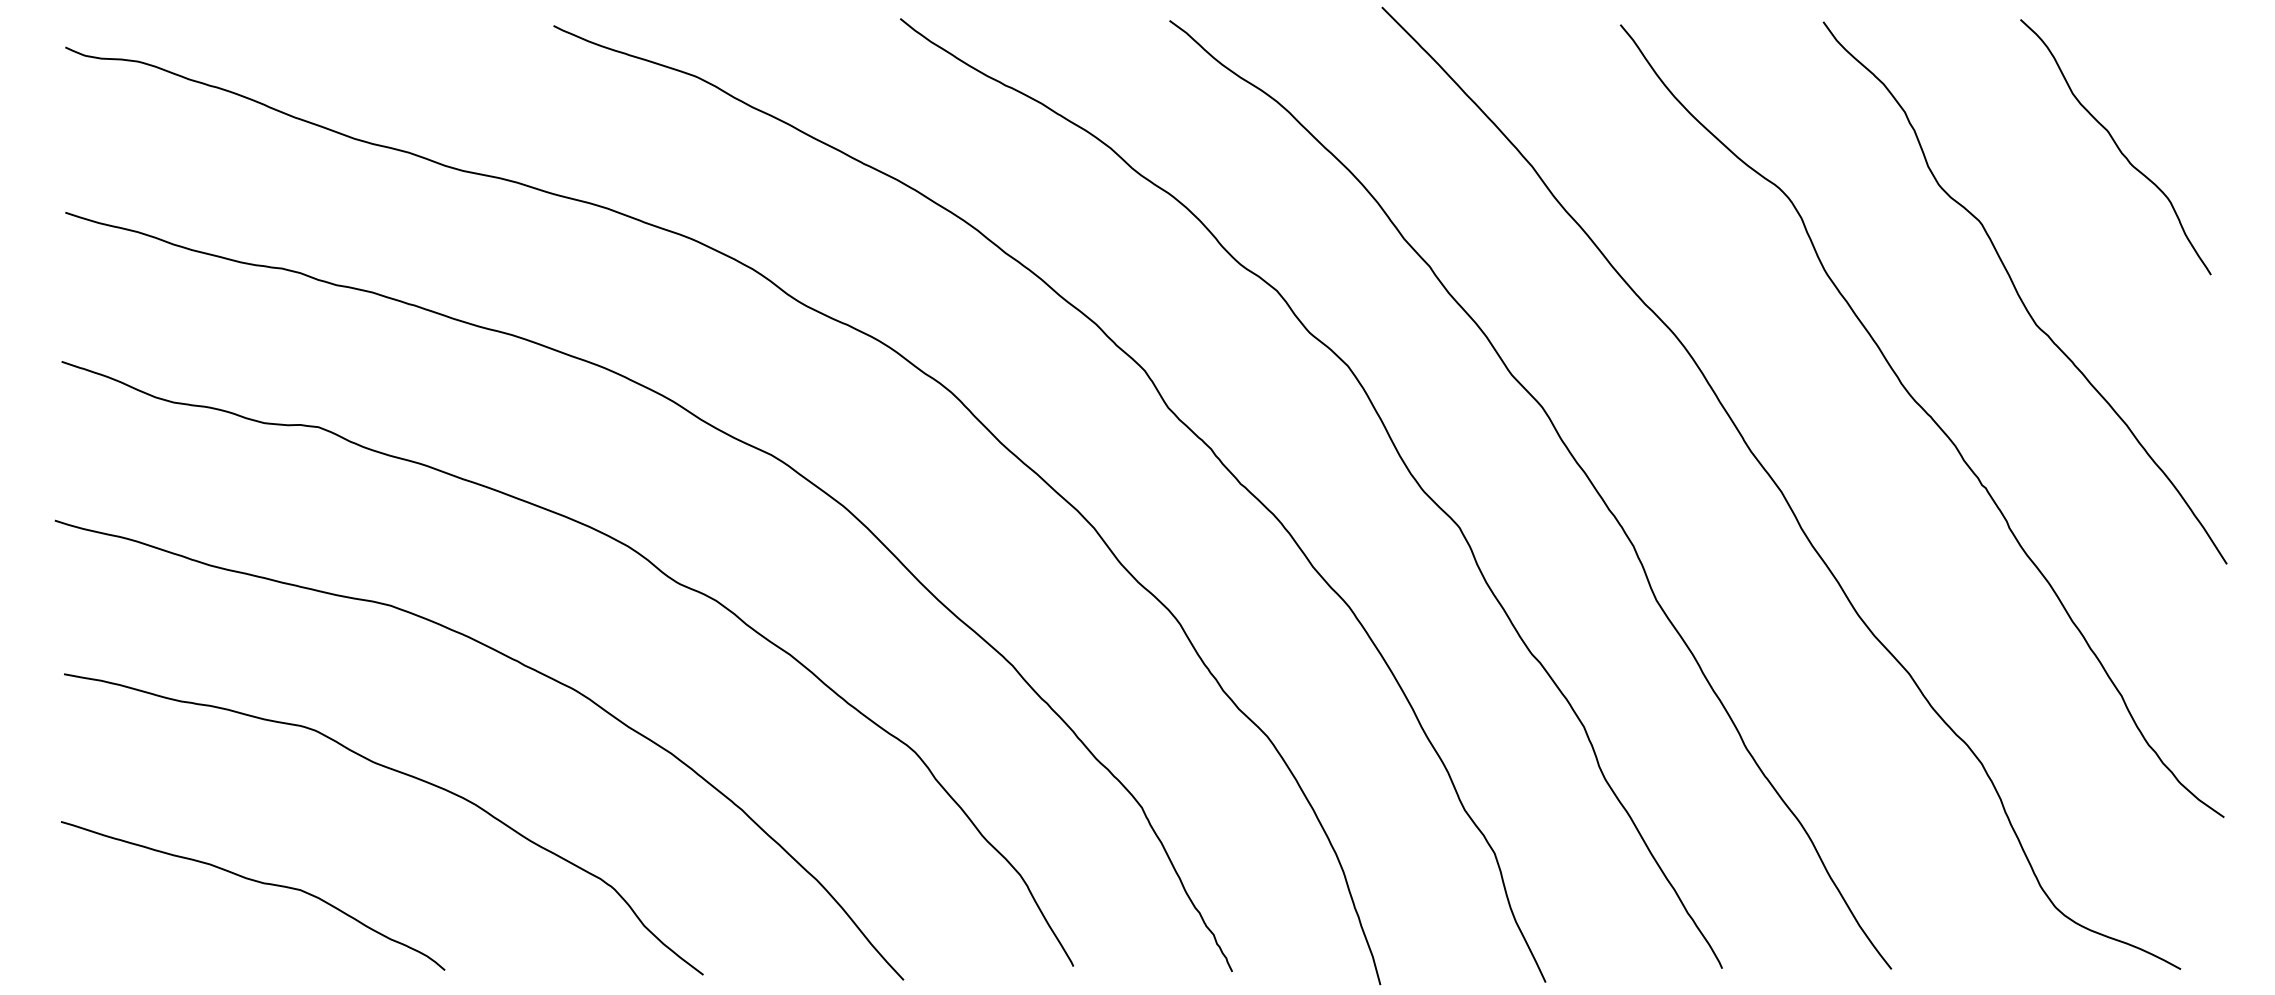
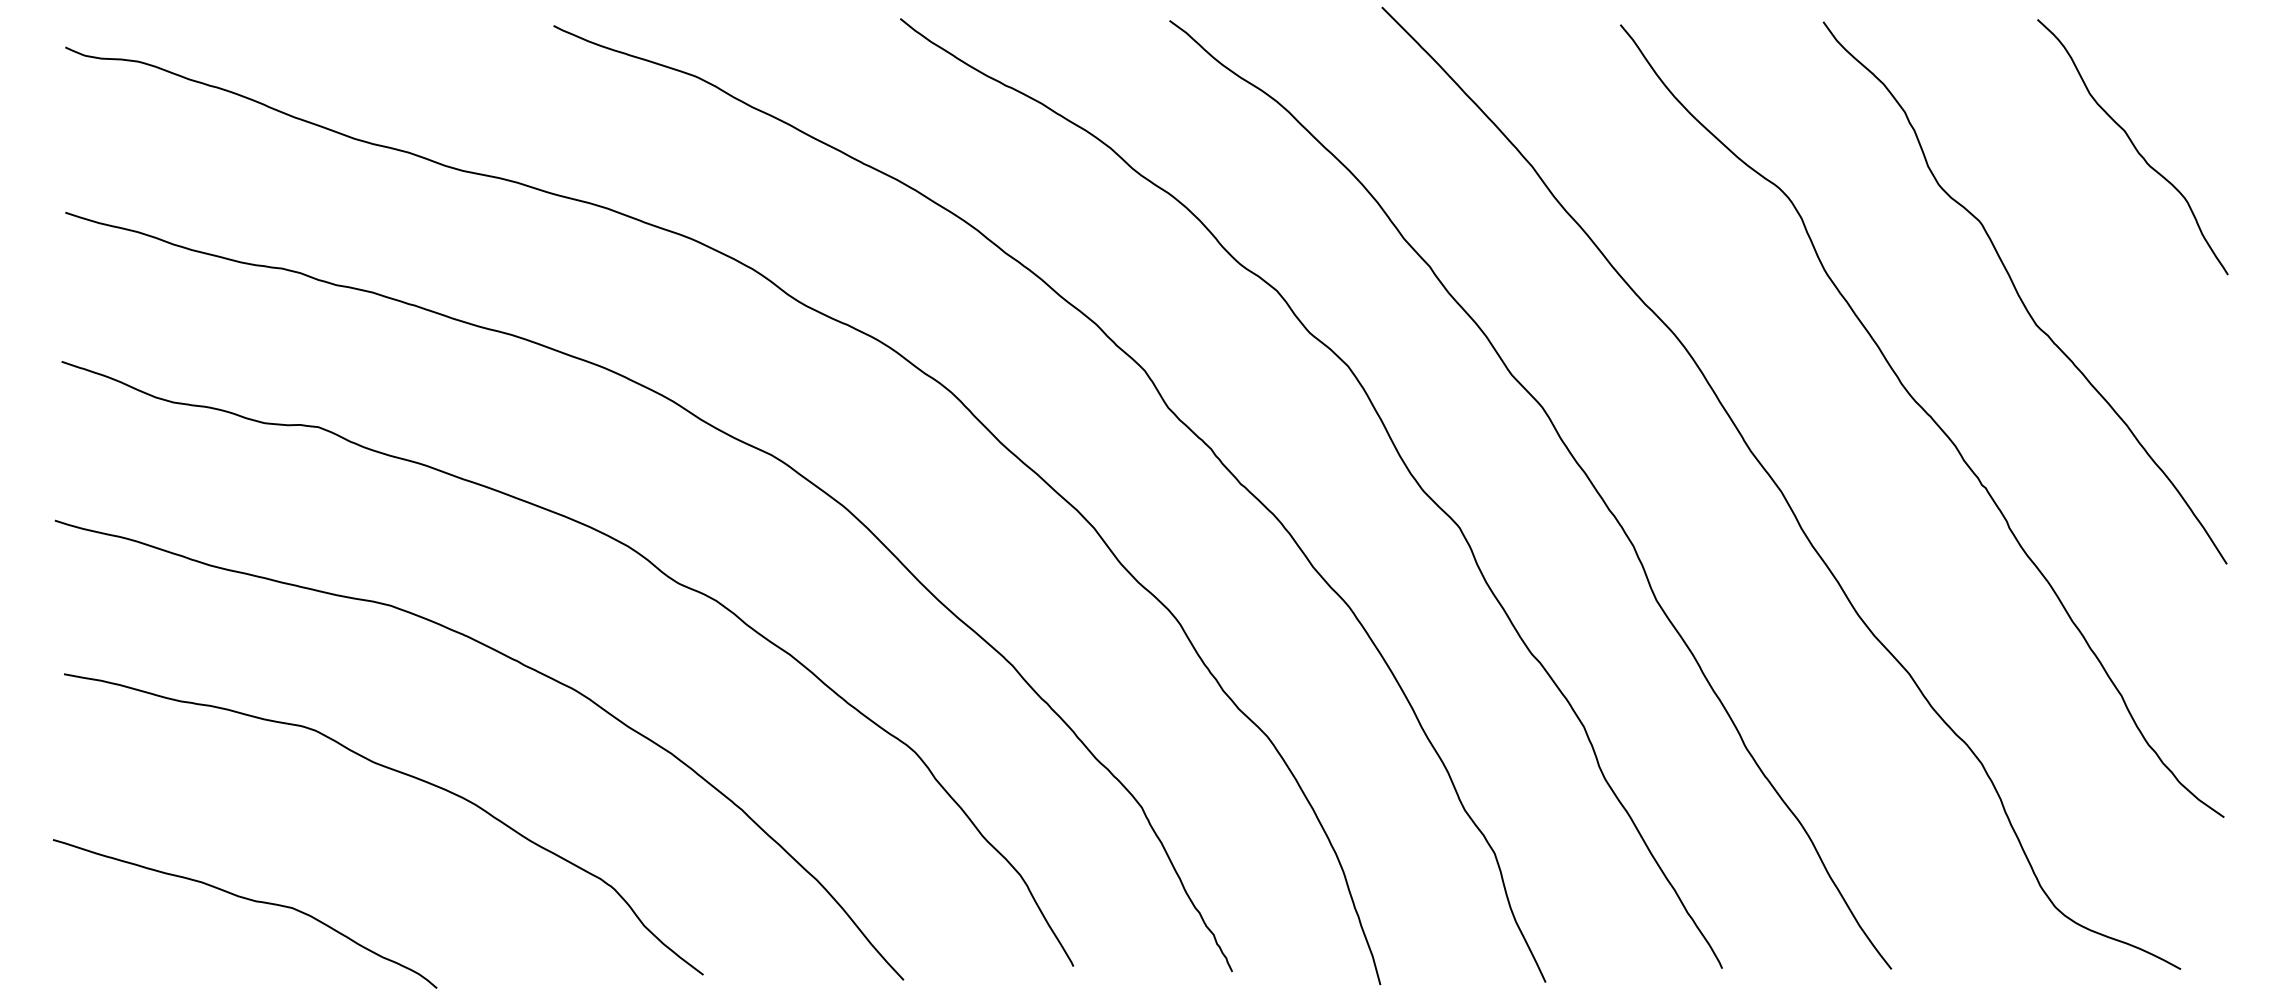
curve at (2116, 146) position: (2116, 146) -> (2133, 146)
curve at (256, 882) position: (256, 882) -> (248, 900)
